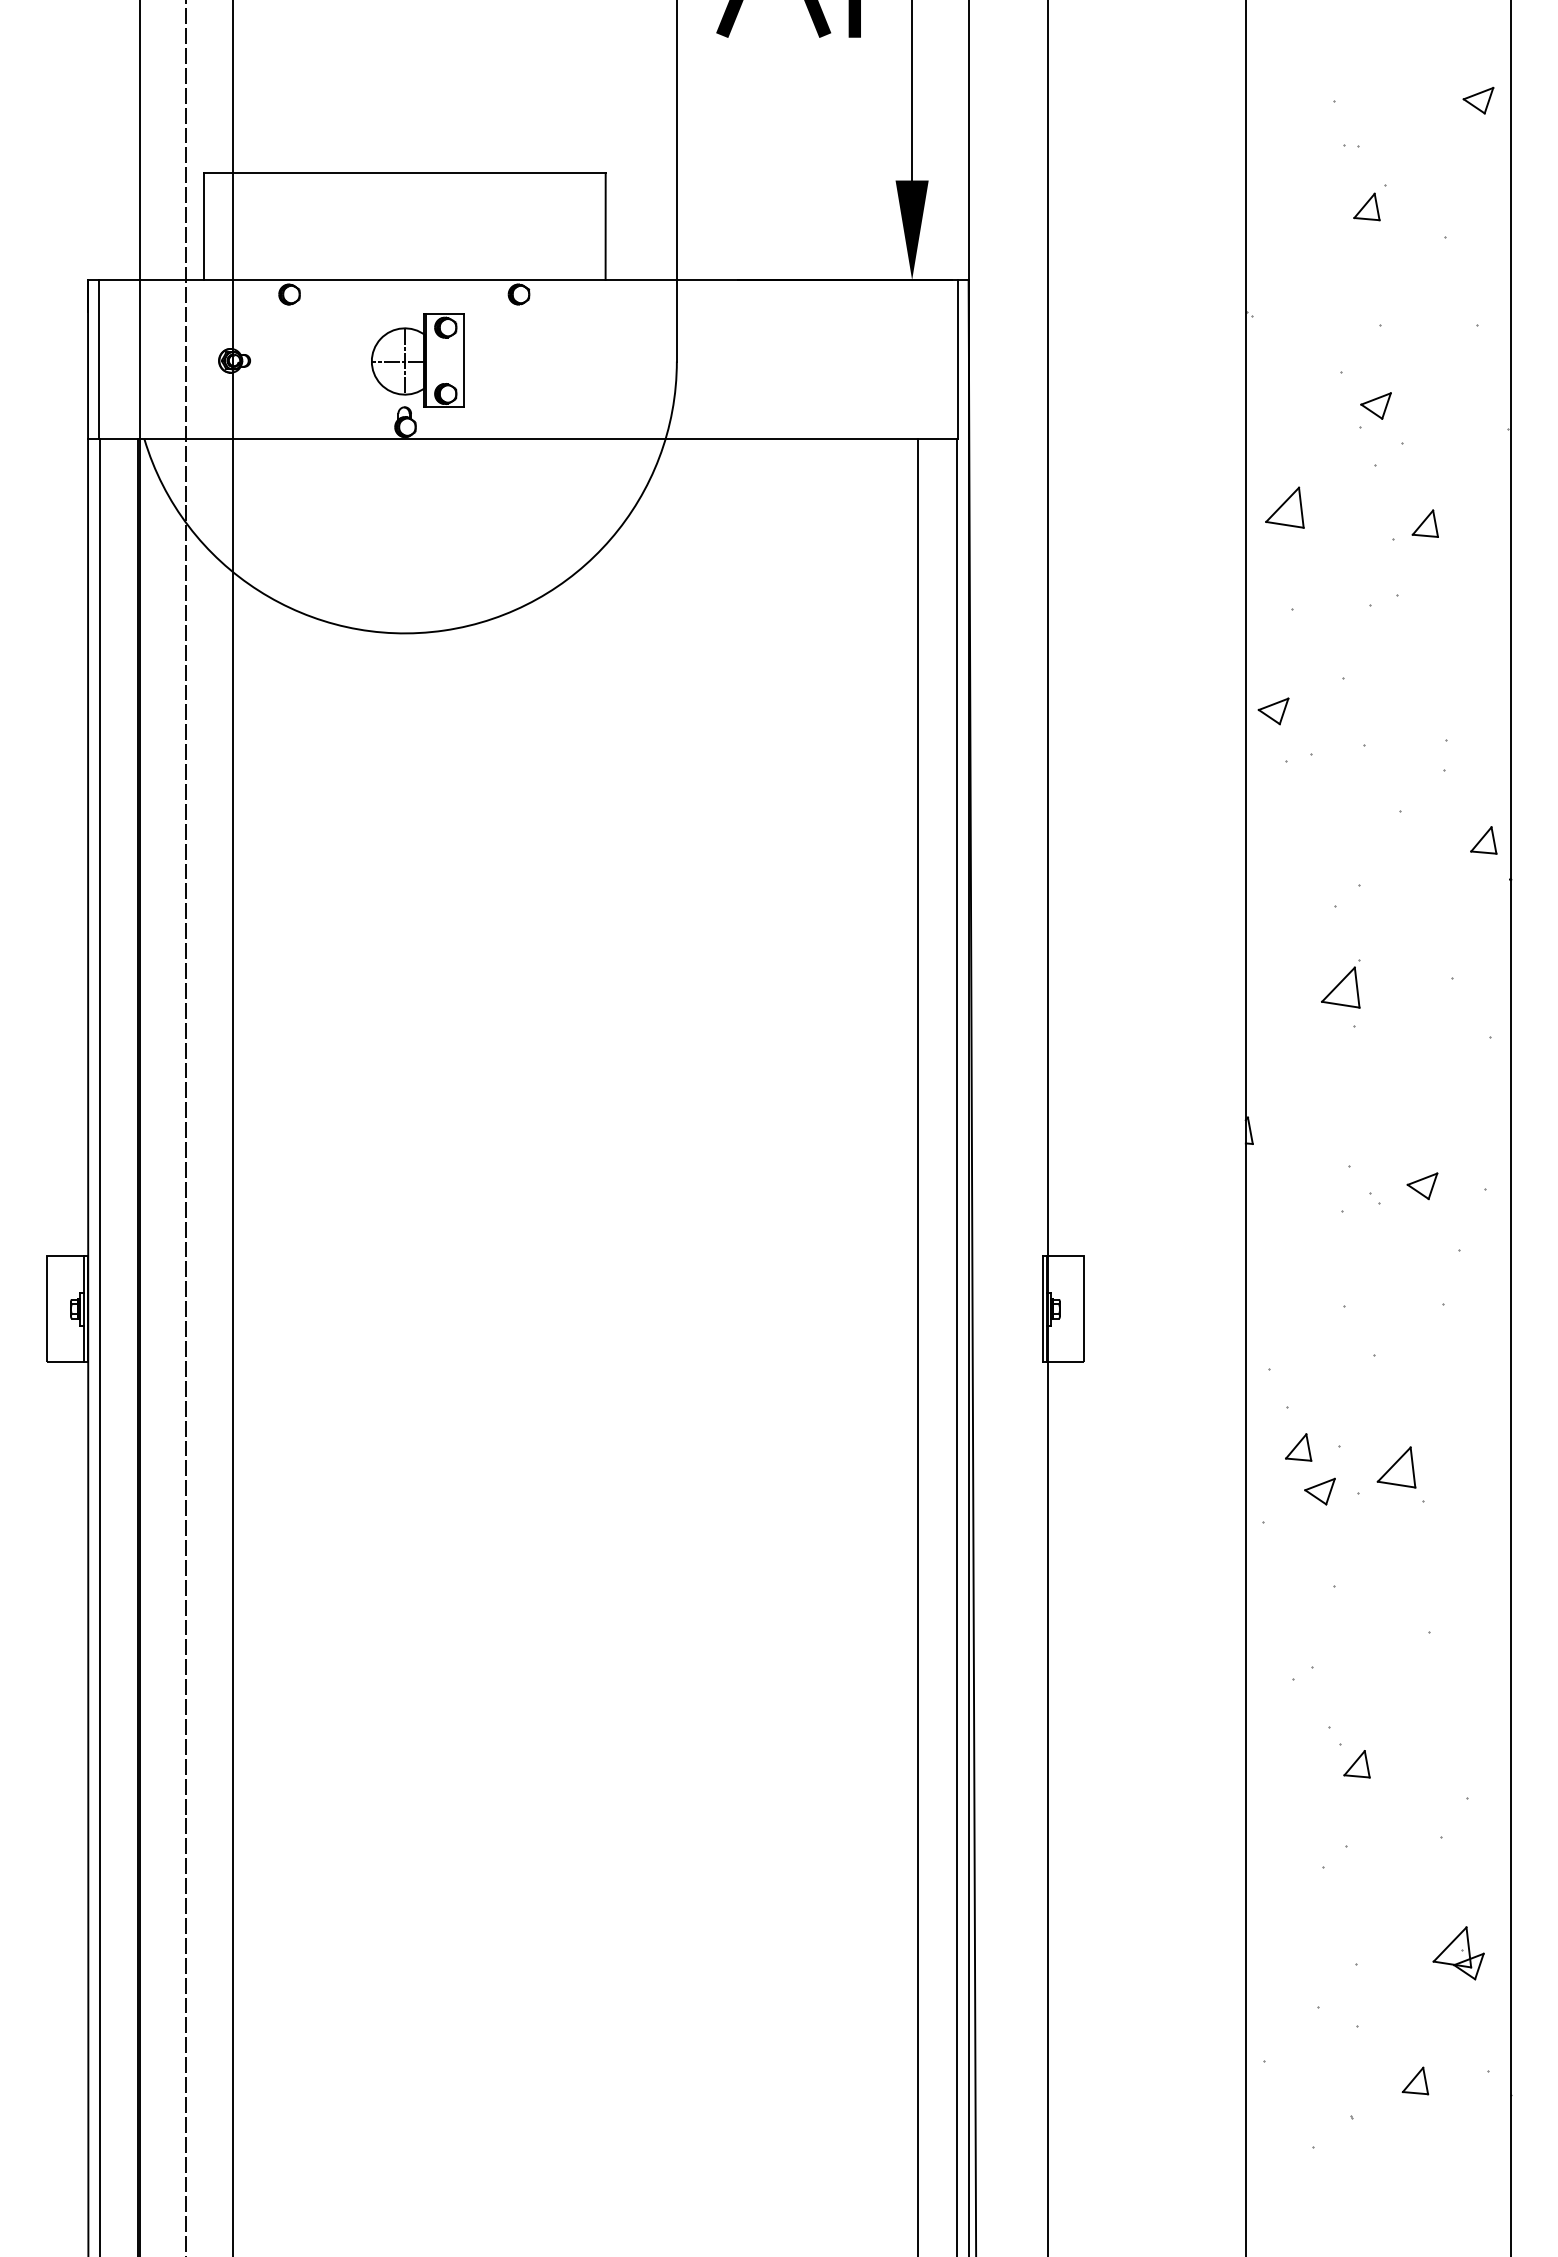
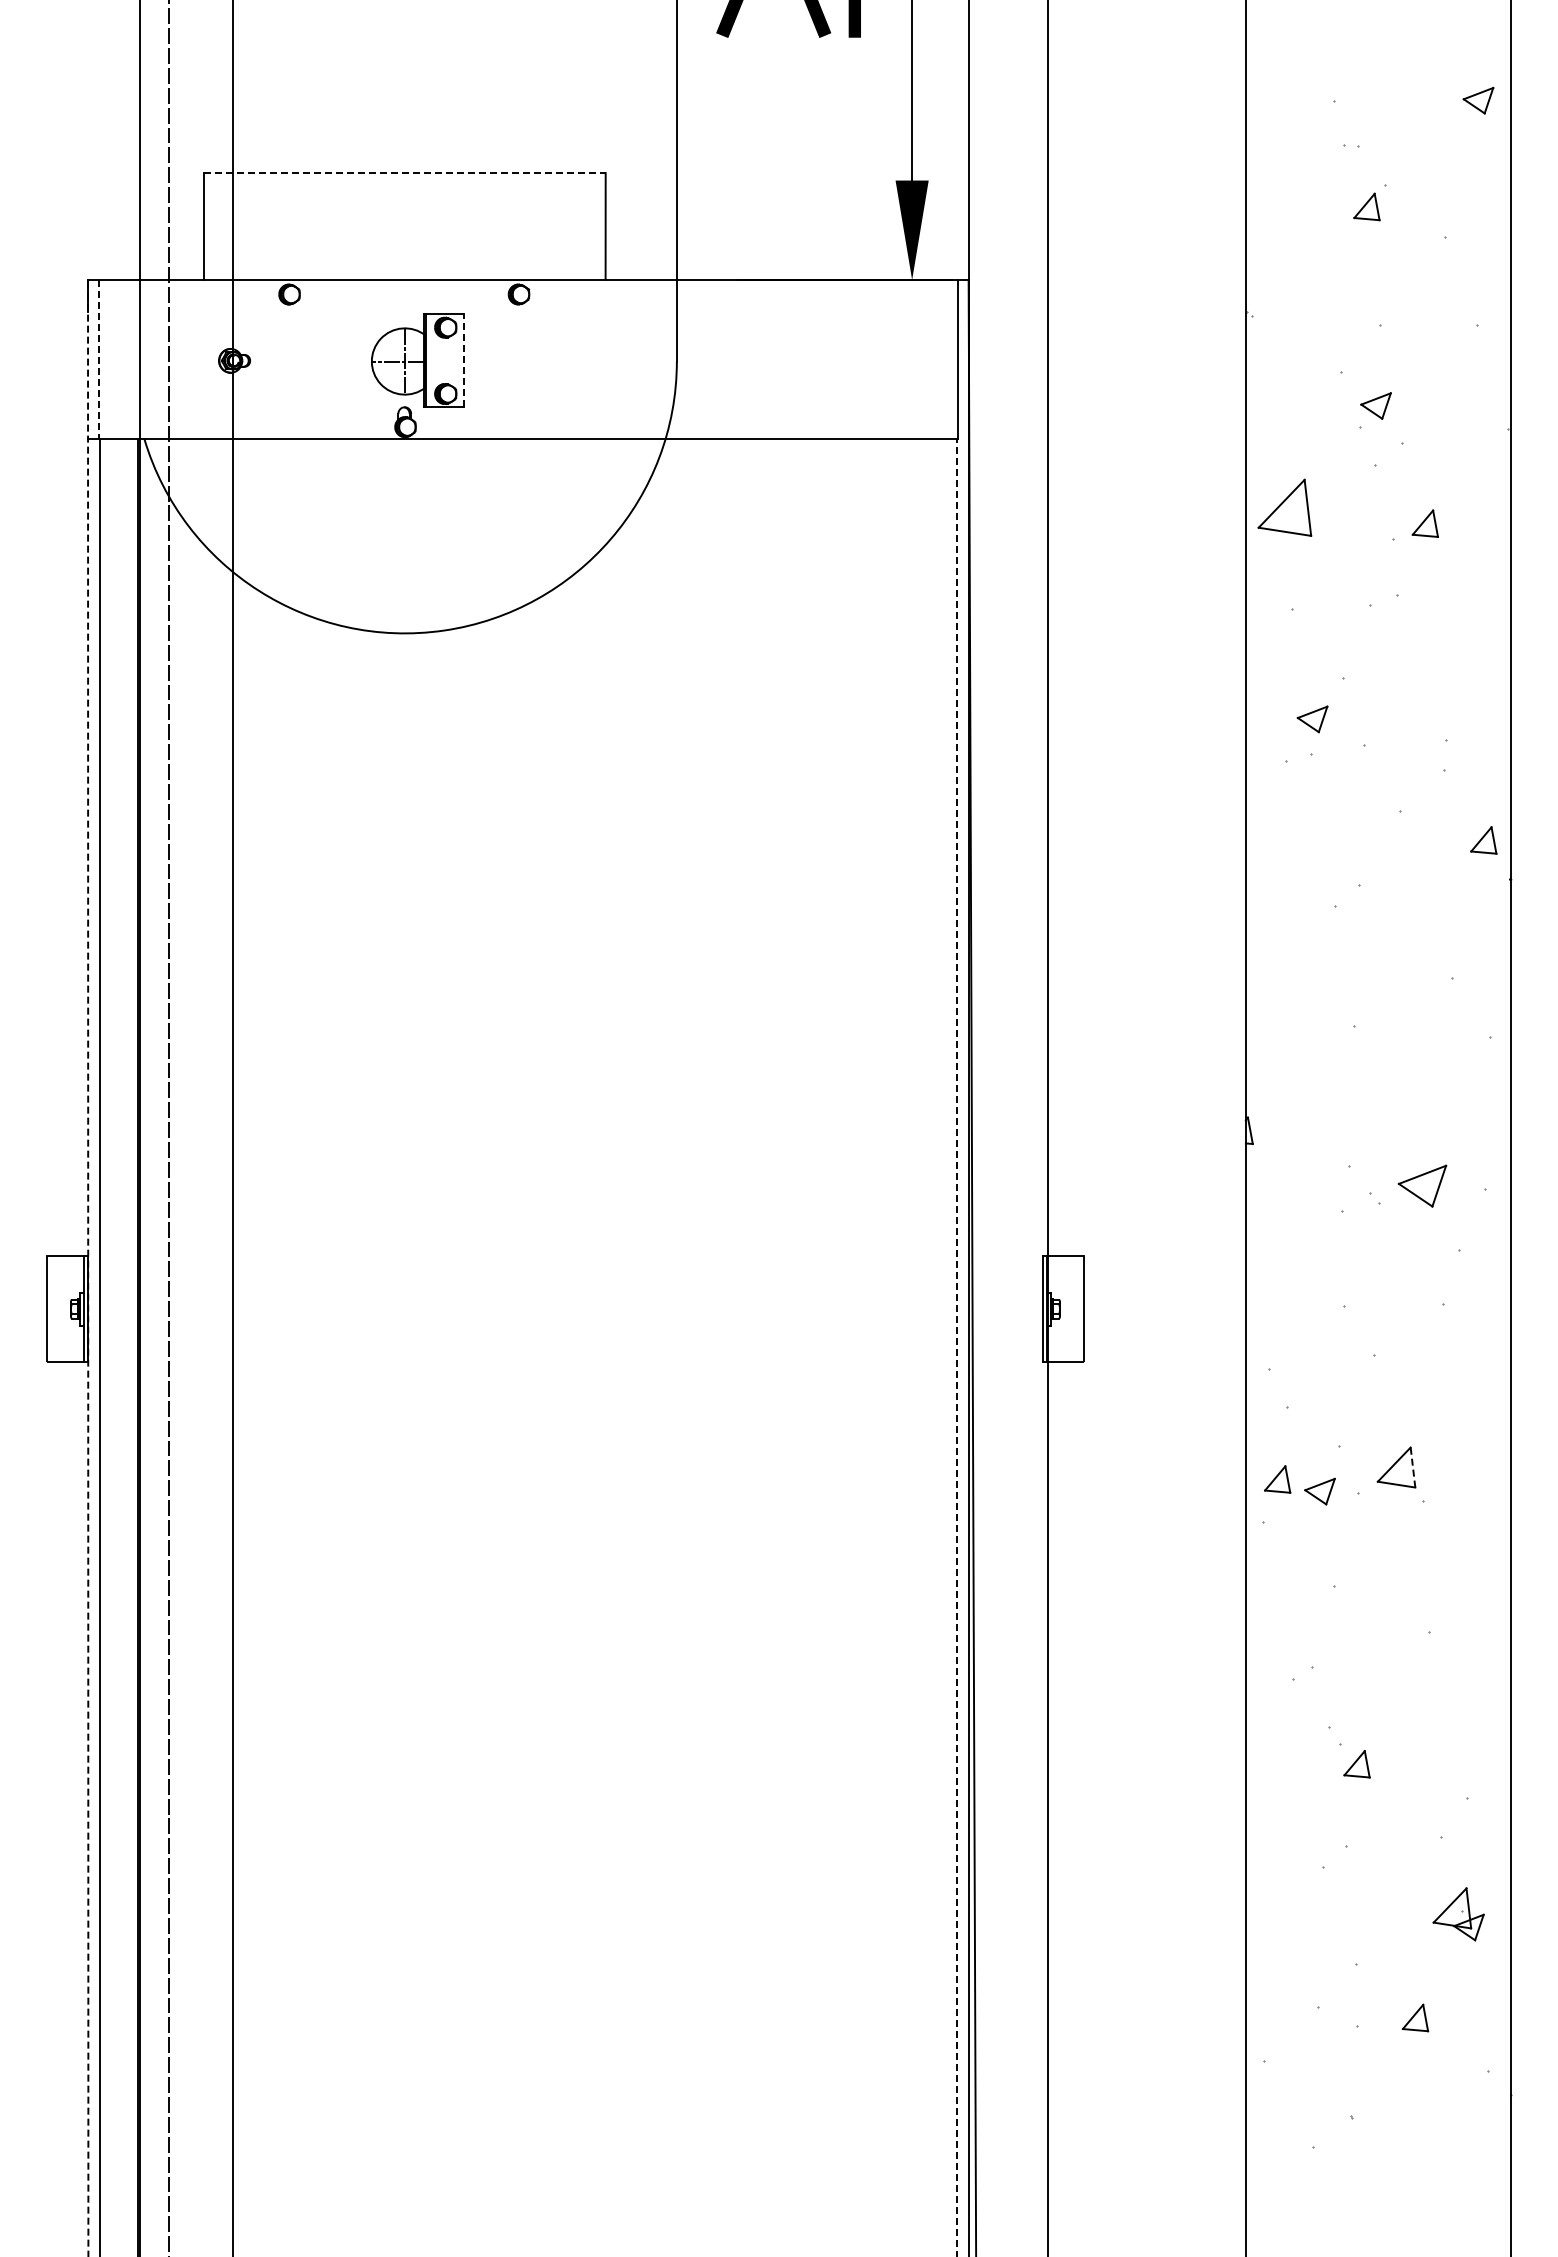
line at (405, 173): solid -> dashed
line at (98, 359): solid -> dashed
line at (463, 360): solid -> dashed
part at (1284, 507) size: 40x43 px -> 56x59 px
part at (1273, 711) position: (1273, 711) -> (1312, 719)
part at (1340, 983): present -> none
line at (186, 1127) position: (186, 1127) -> (169, 1127)
part at (1422, 1186) size: 33x29 px -> 51x44 px
line at (88, 1267): solid -> dashed
line at (918, 1346): present -> none
line at (956, 1348): solid -> dashed
part at (1298, 1447) position: (1298, 1447) -> (1277, 1479)
line at (1412, 1467): solid -> dashed
part at (1458, 1953) position: (1458, 1953) -> (1458, 1914)
part at (1415, 2080) position: (1415, 2080) -> (1415, 2017)
